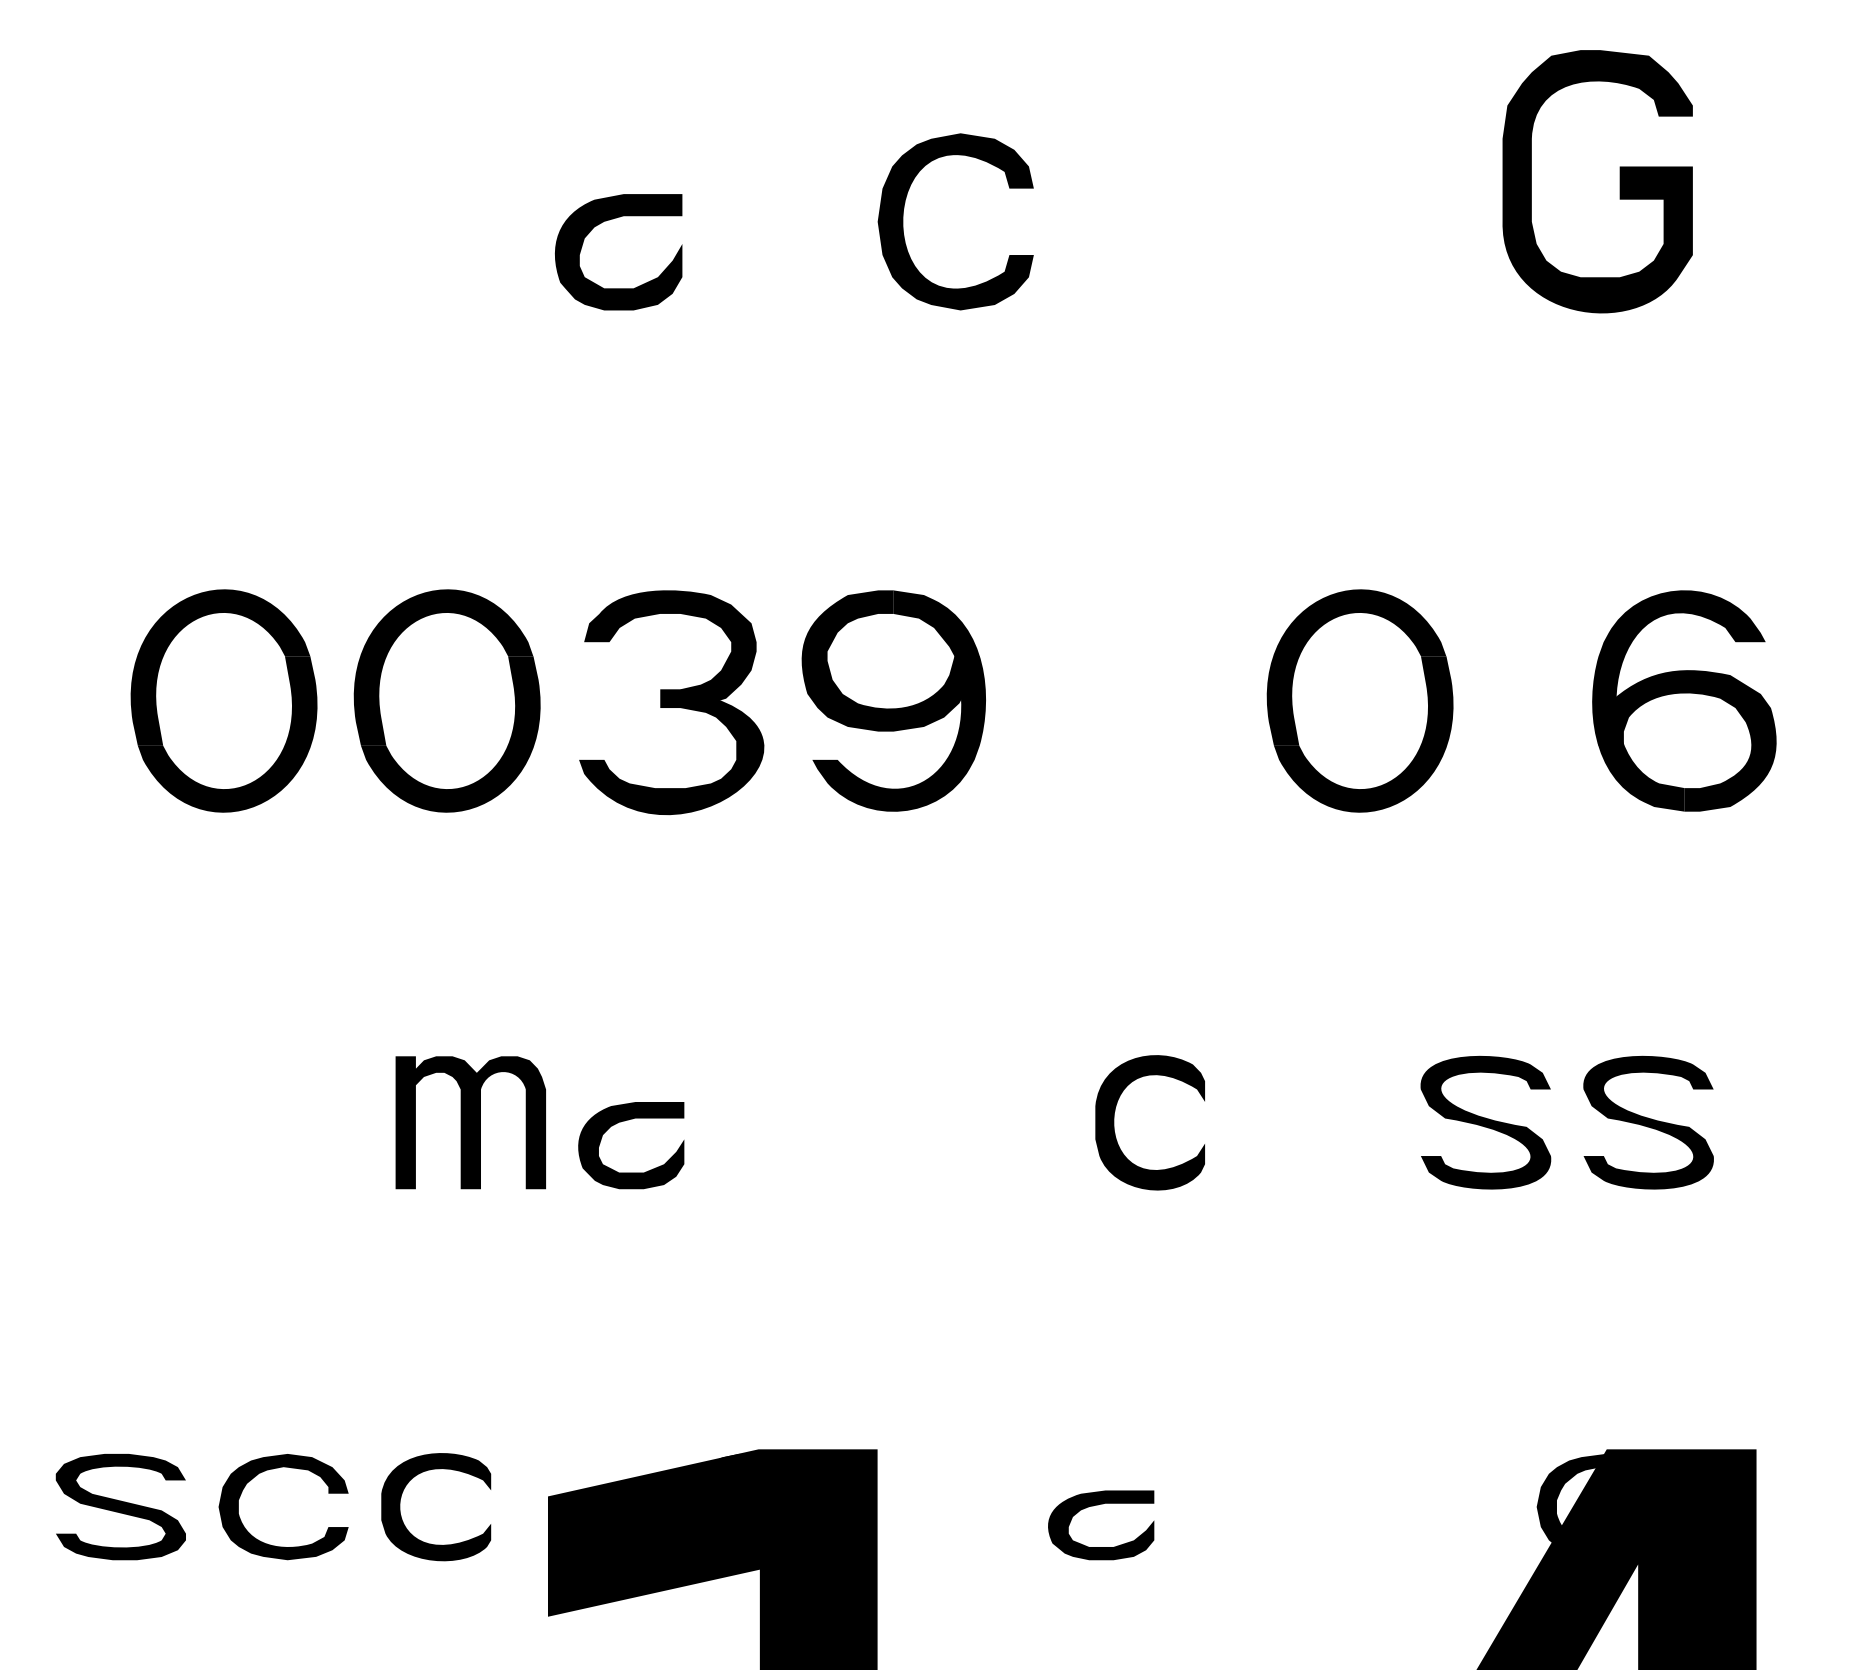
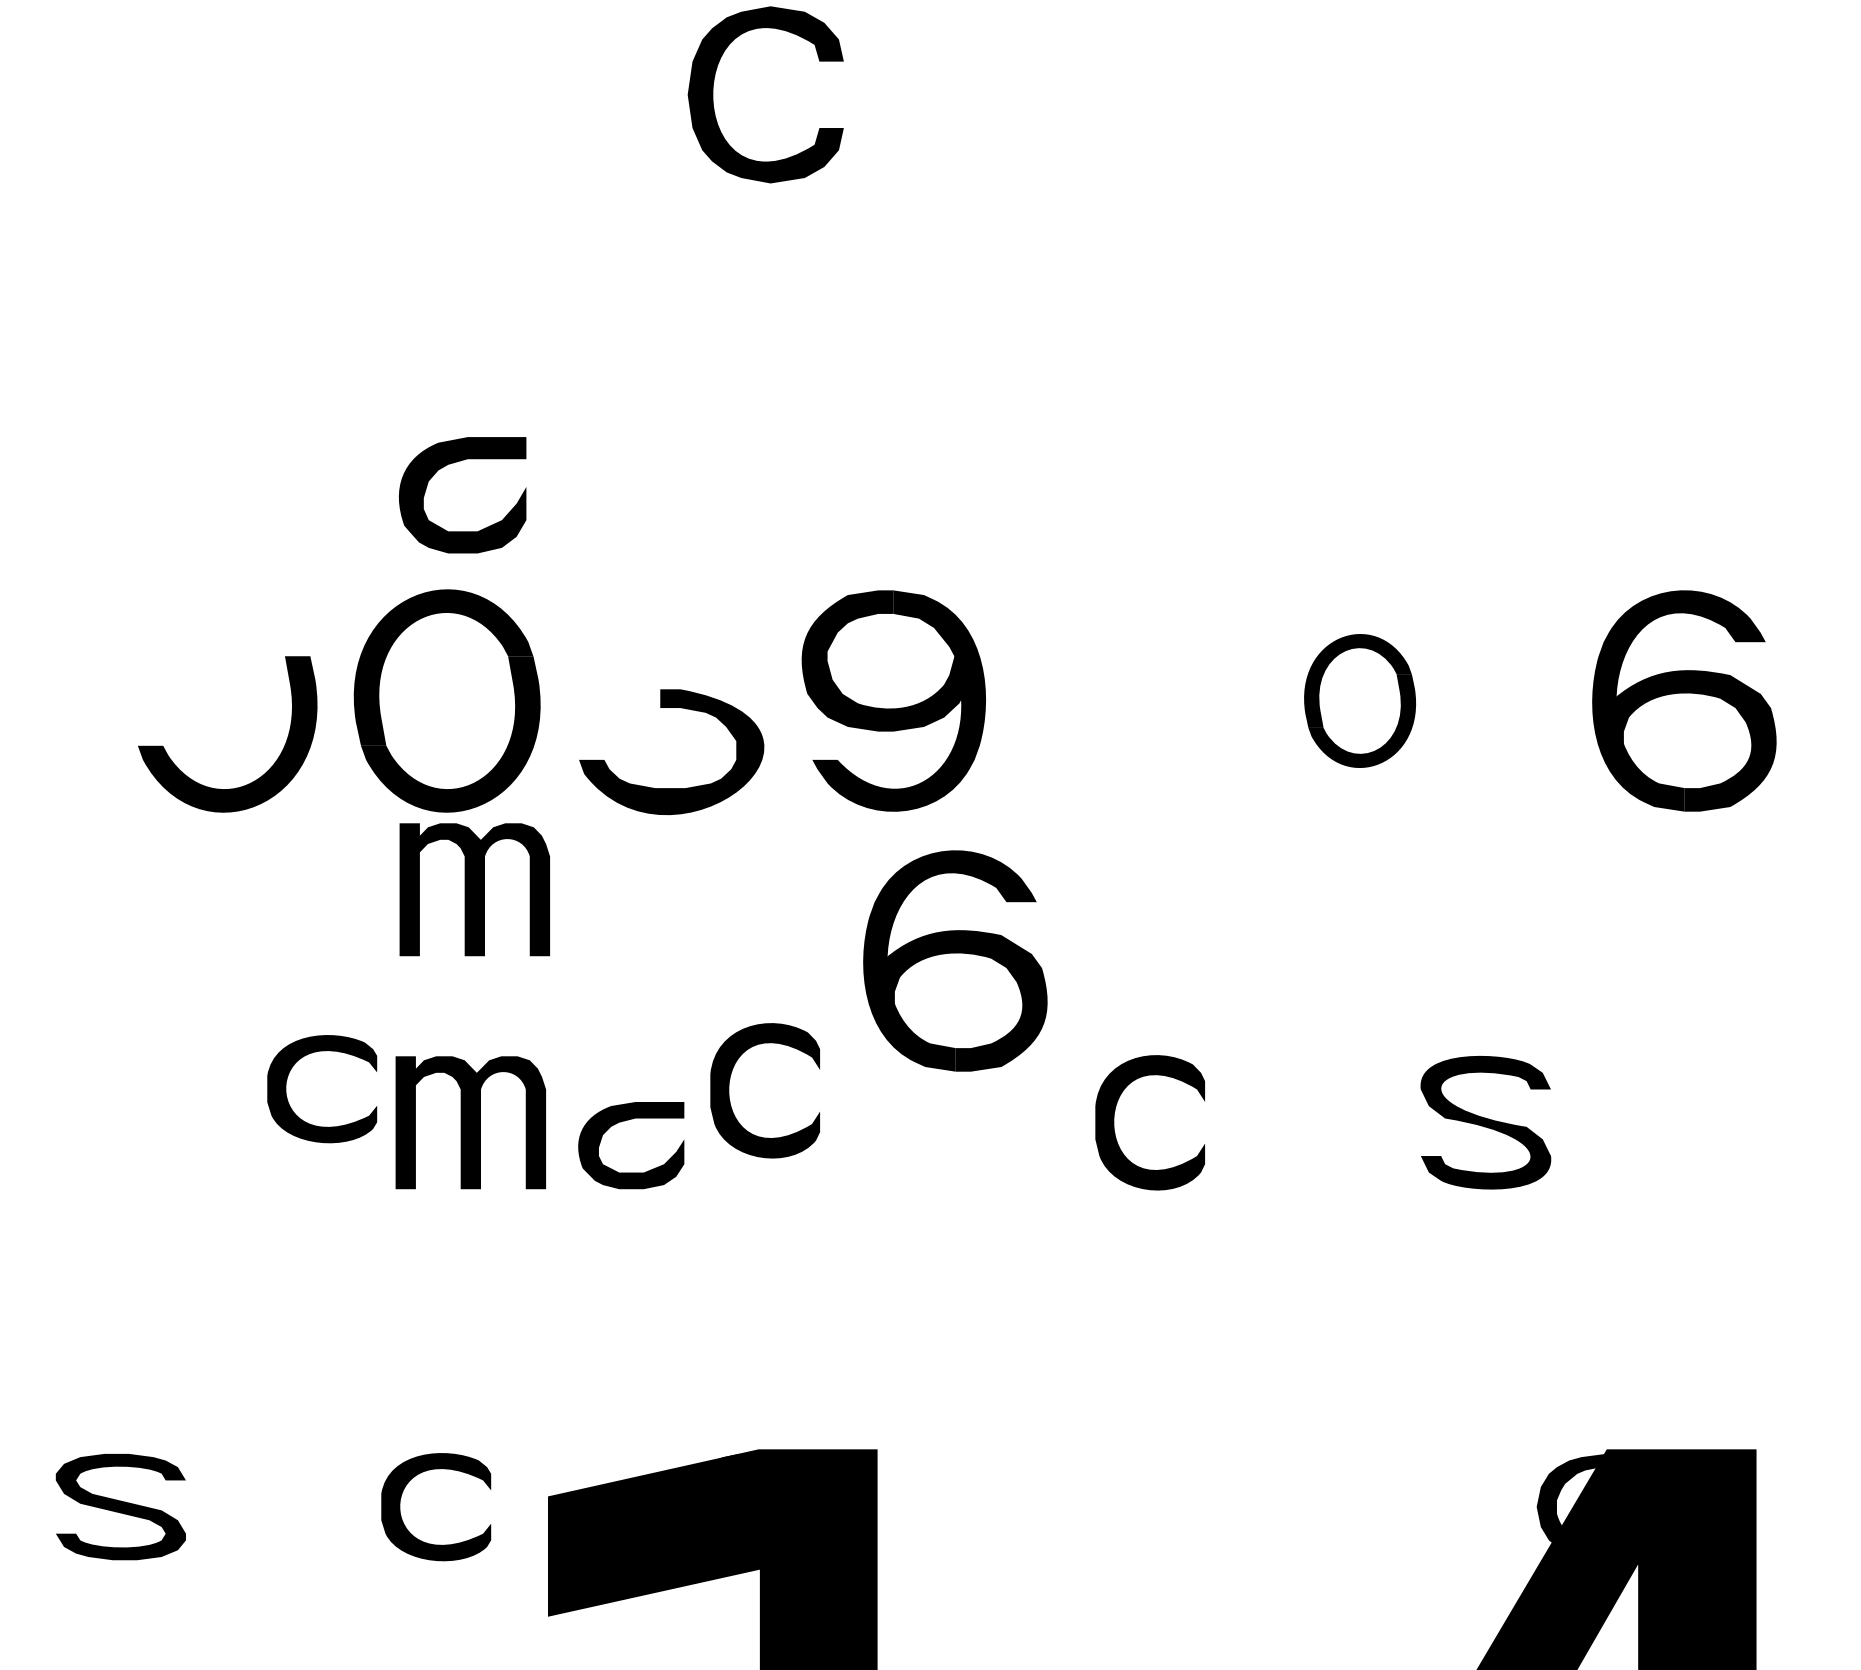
fill at (1597, 181): present -> none
part at (609, 220) position: (609, 220) -> (453, 463)
part at (903, 221) position: (903, 221) -> (713, 94)
fill at (670, 649): present -> none
fill at (220, 667): present -> none
part at (1359, 700) size: 188x224 px -> 112x134 px
part at (474, 889): none -> present
part at (955, 960): none -> present
part at (729, 1090): none -> present
part at (289, 1103): none -> present
fill at (1648, 1122): present -> none
fill at (1101, 1525): present -> none
part at (275, 1545): present -> none
